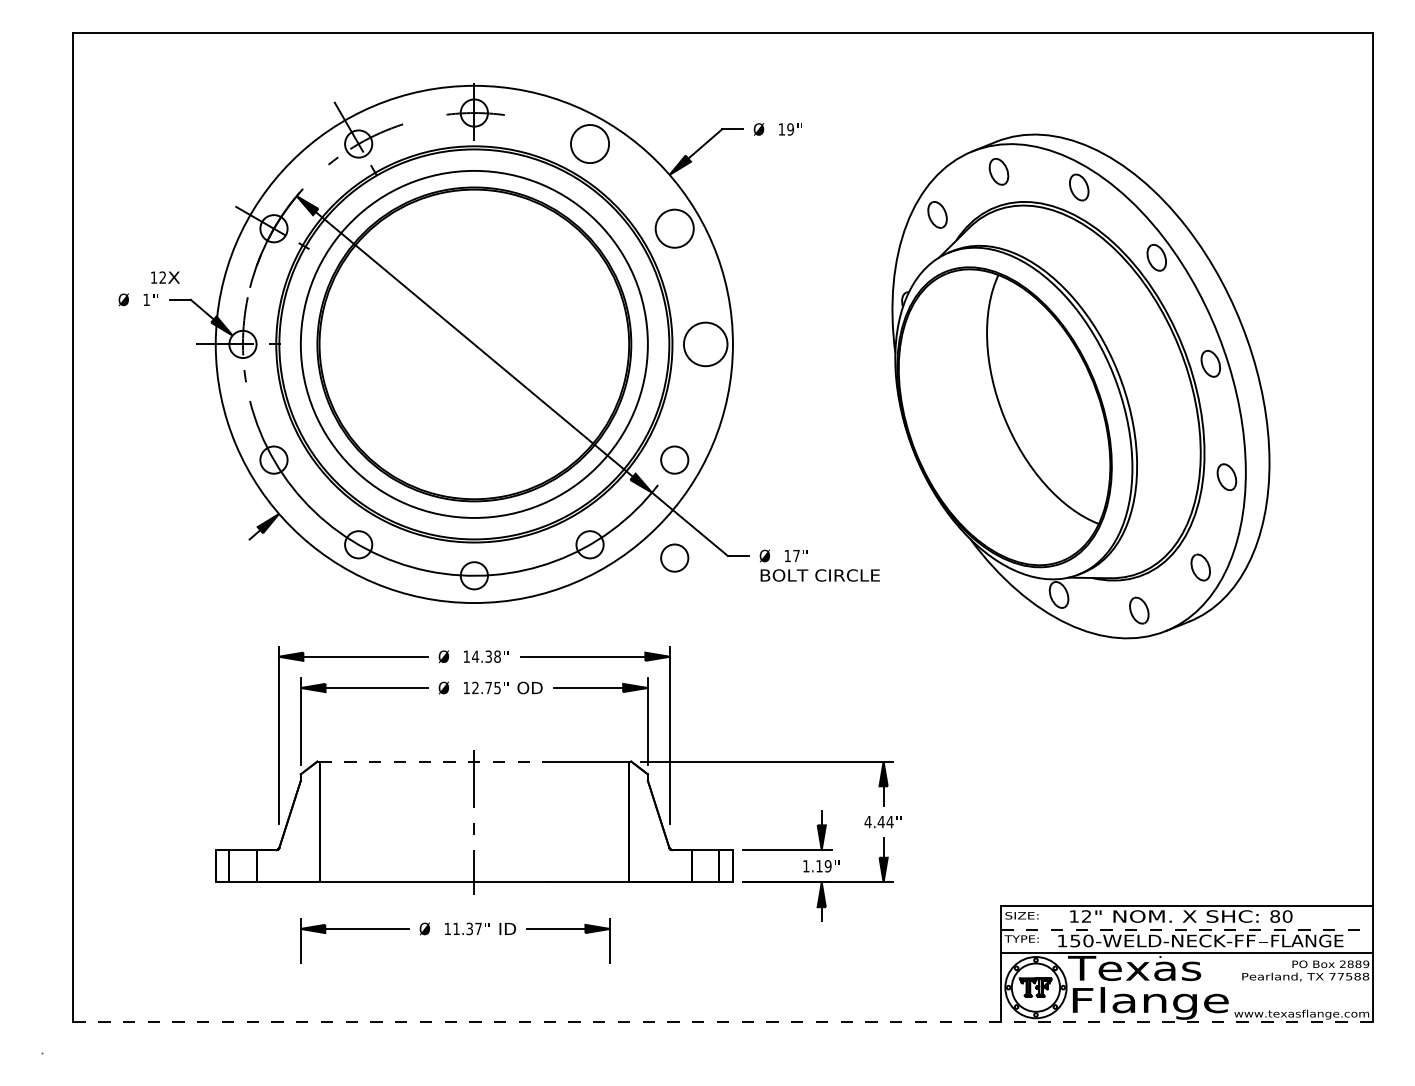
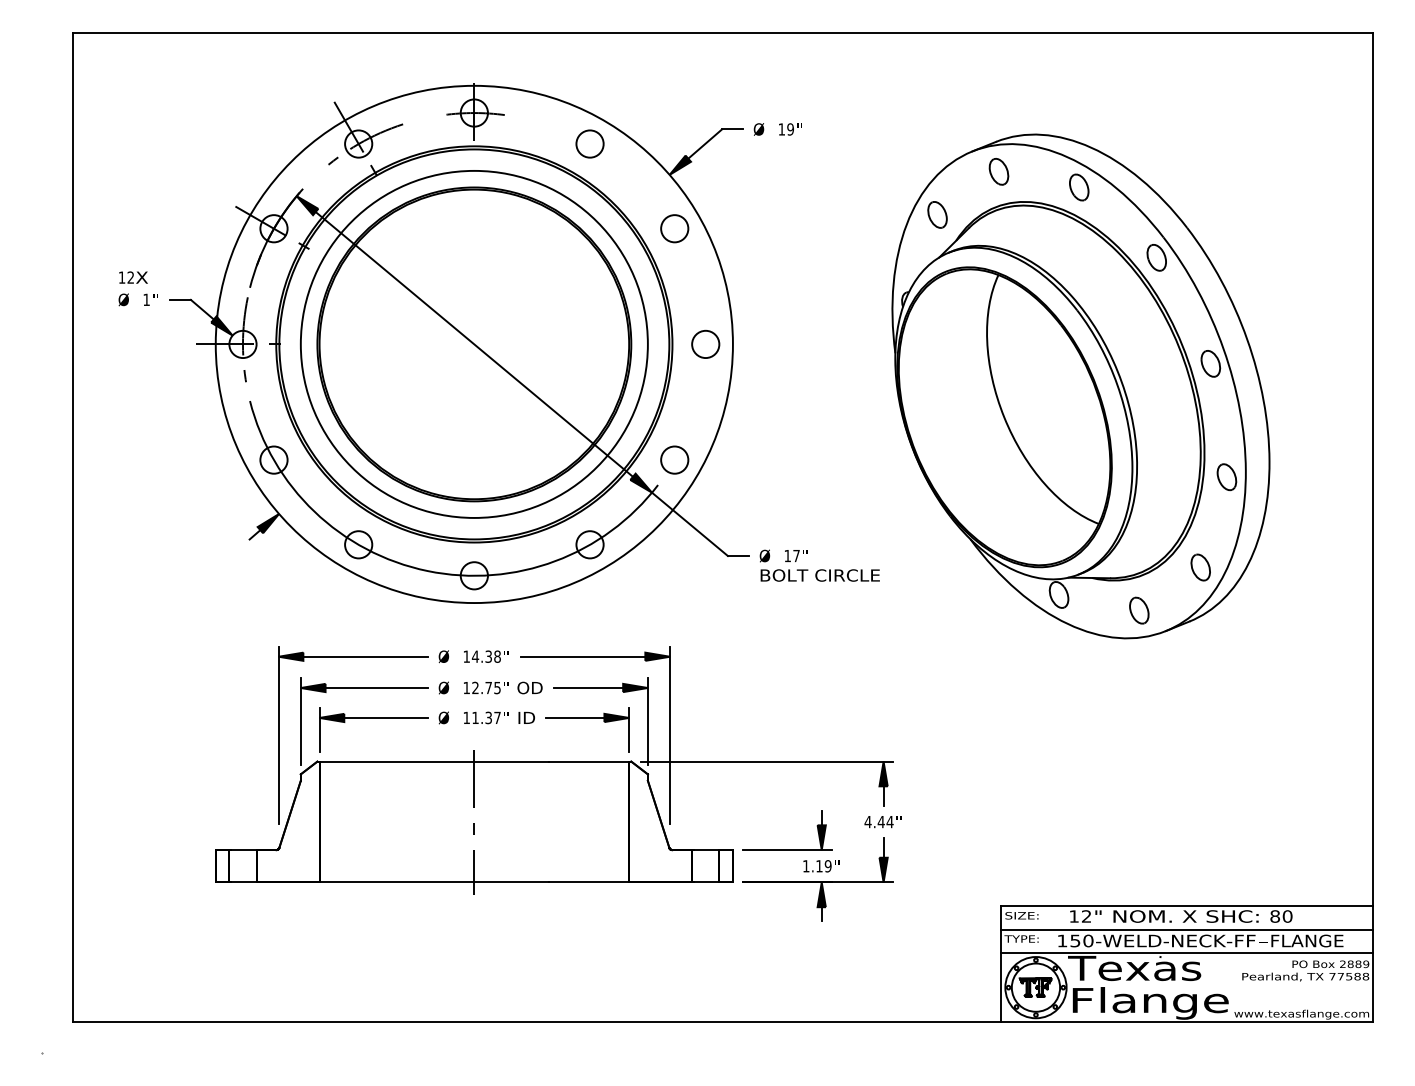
circle at (590, 144) diameter: 38 px -> 27 px
circle at (674, 228) diameter: 38 px -> 27 px
text at (165, 277) position: (165, 277) -> (133, 277)
circle at (705, 344) diameter: 44 px -> 27 px
circle at (674, 557): present -> none
line at (434, 761): dashed -> solid
line at (1186, 929): dashed -> solid
part at (455, 940) position: (455, 940) -> (474, 729)
line at (722, 1022): dashed -> solid
